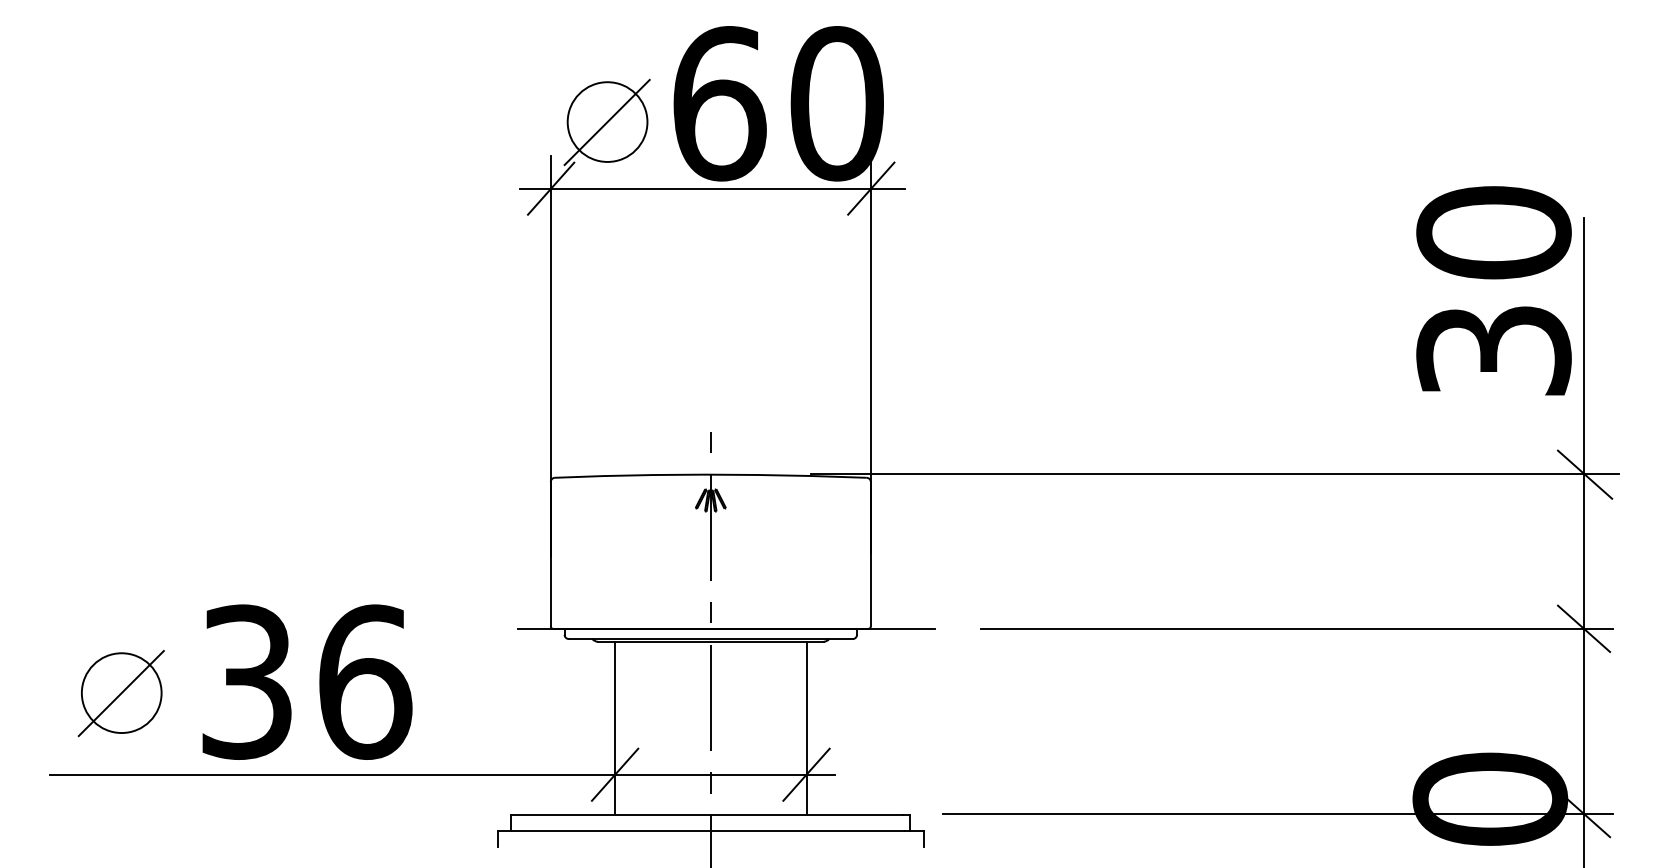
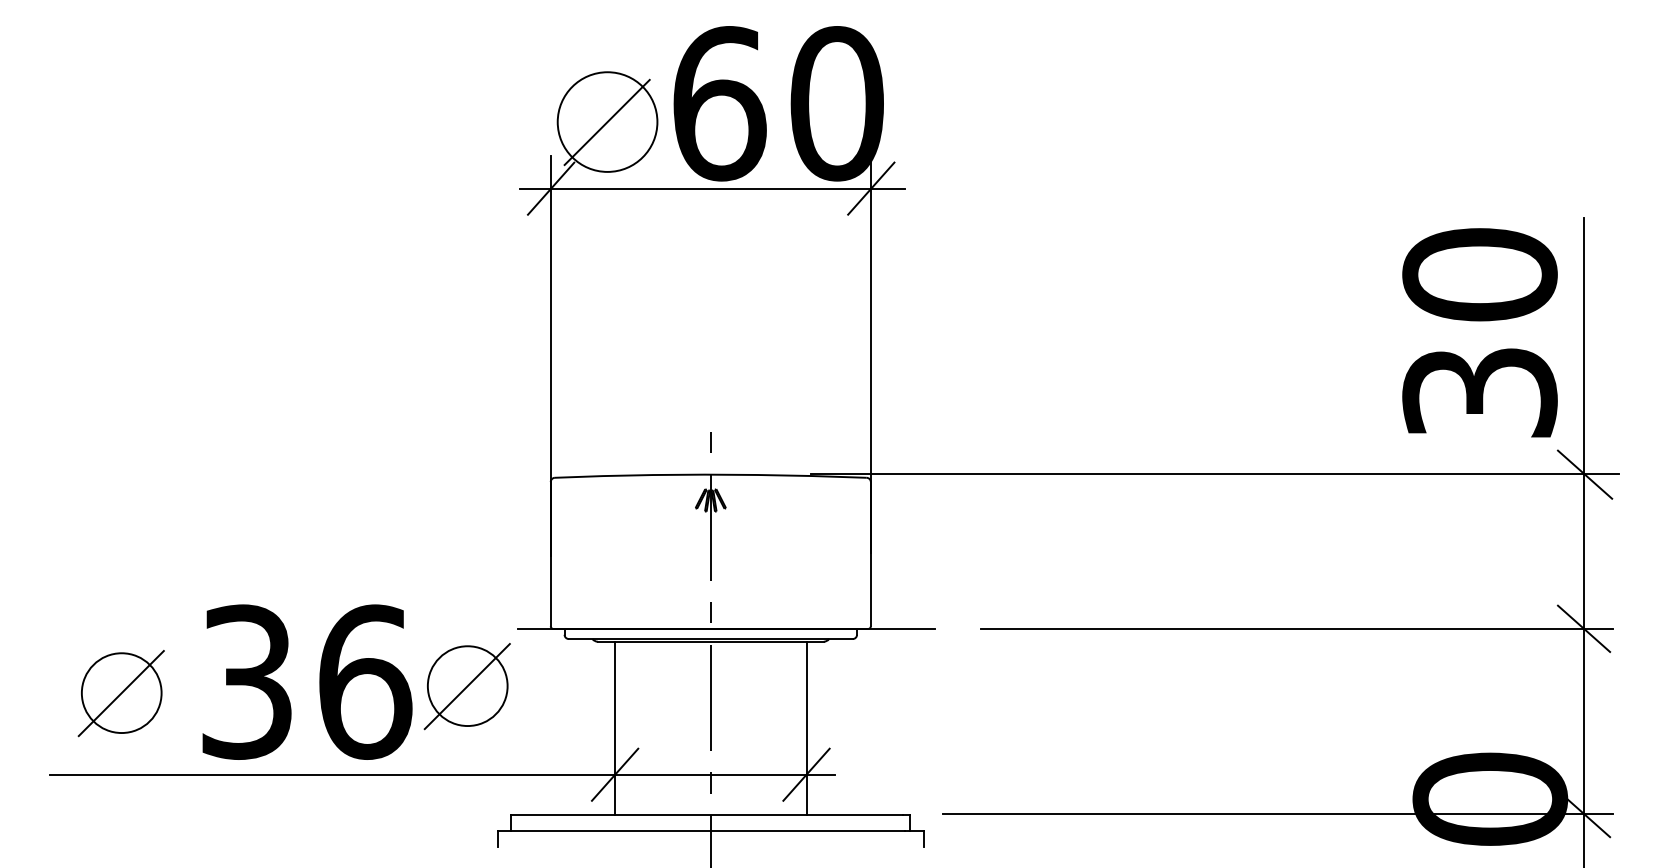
circle at (607, 121) diameter: 80 px -> 100 px
text at (1493, 290) position: (1493, 290) -> (1479, 332)
part at (466, 686): none -> present
